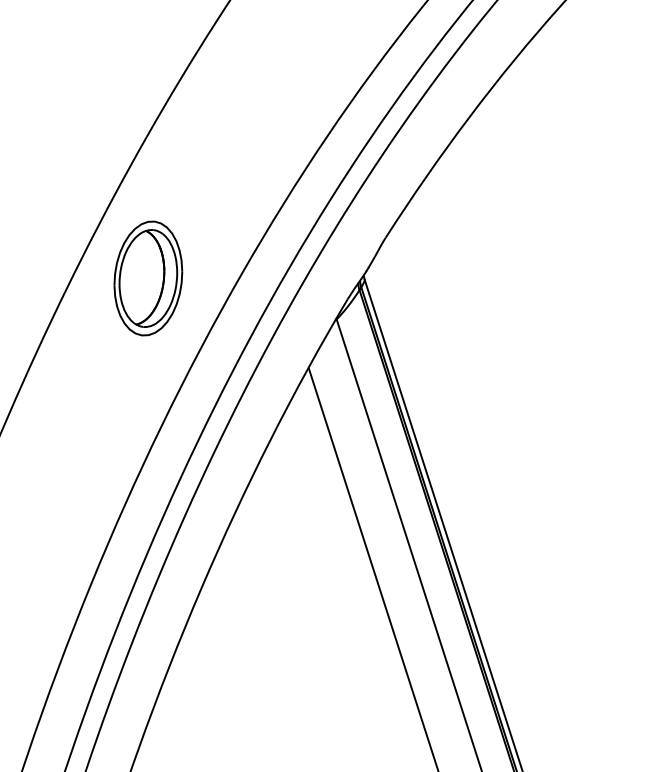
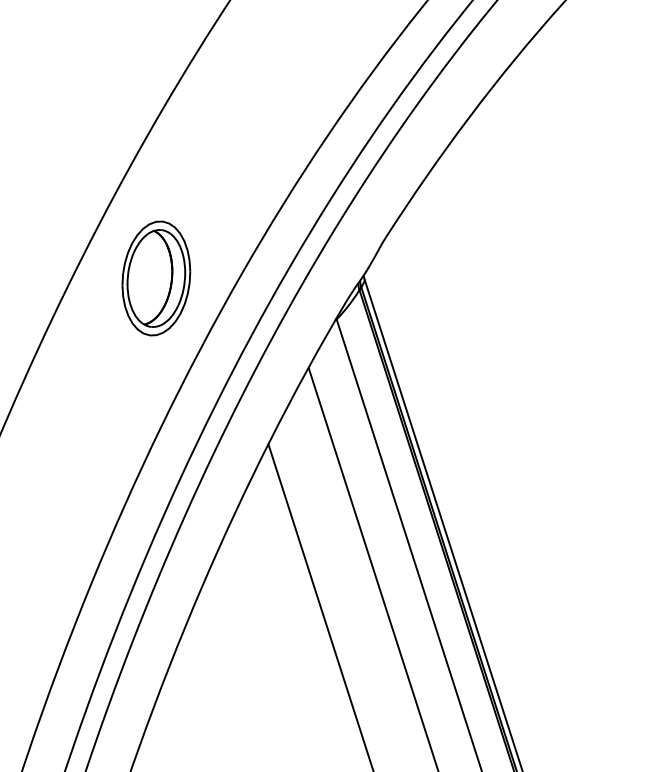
part at (148, 278) position: (148, 278) -> (156, 278)
line at (320, 606): none -> present
